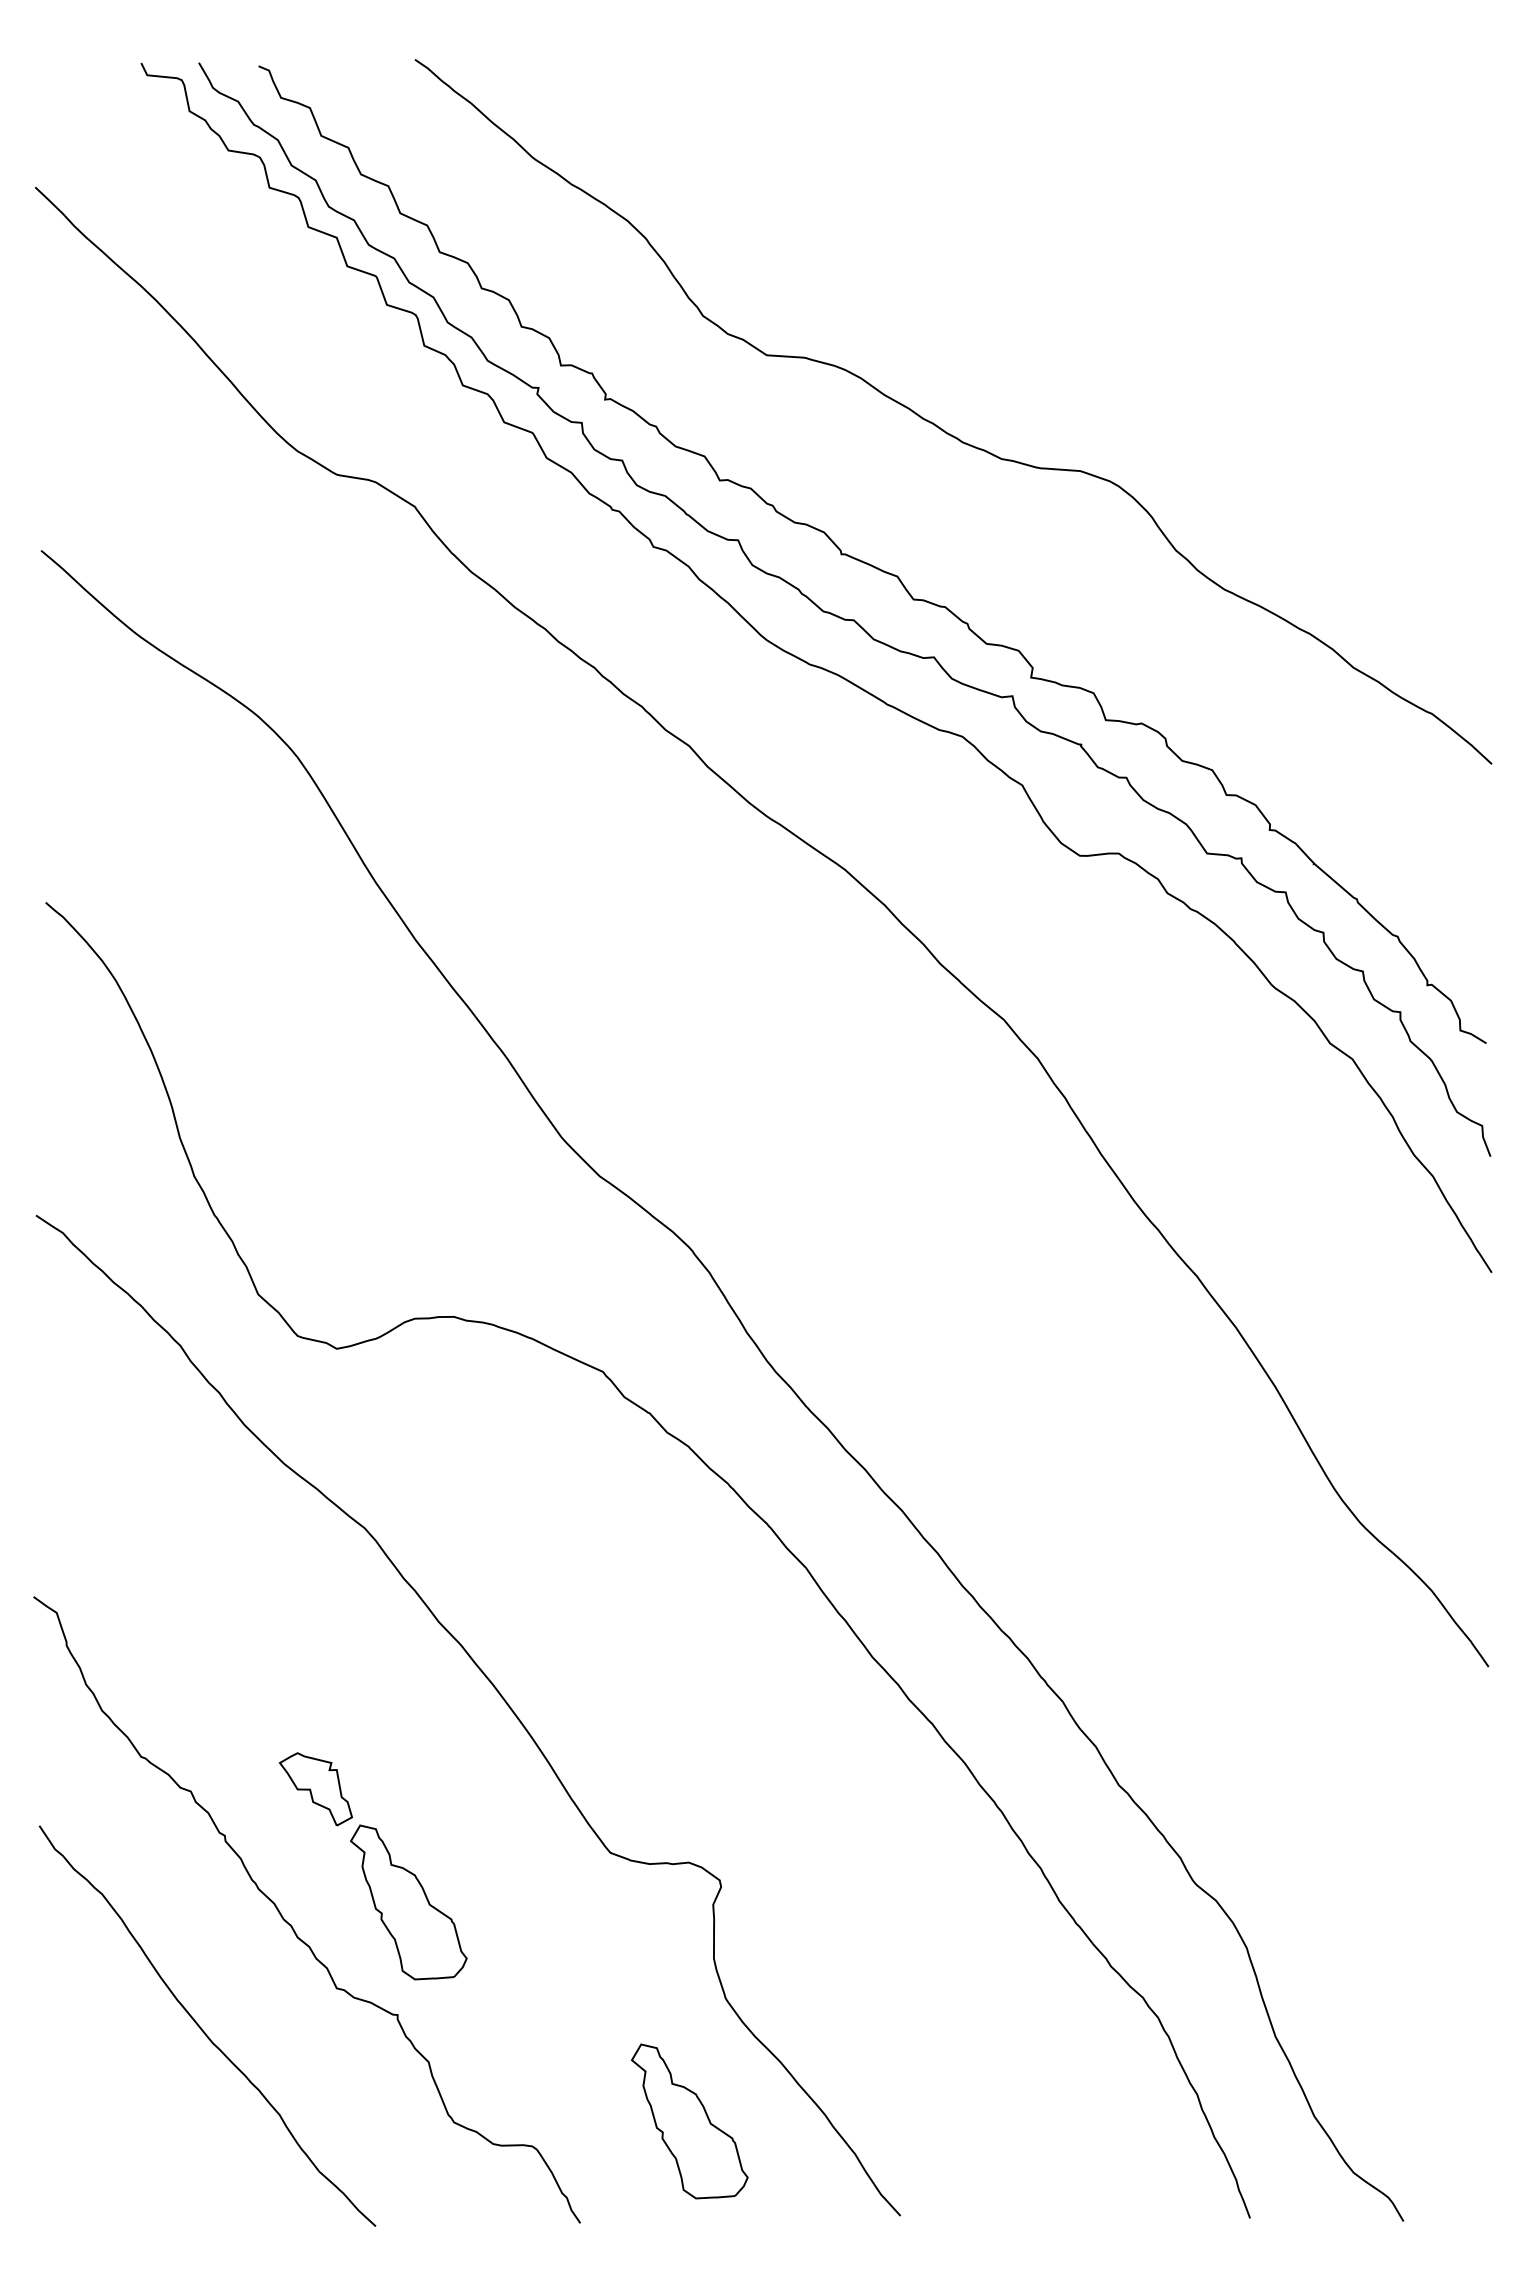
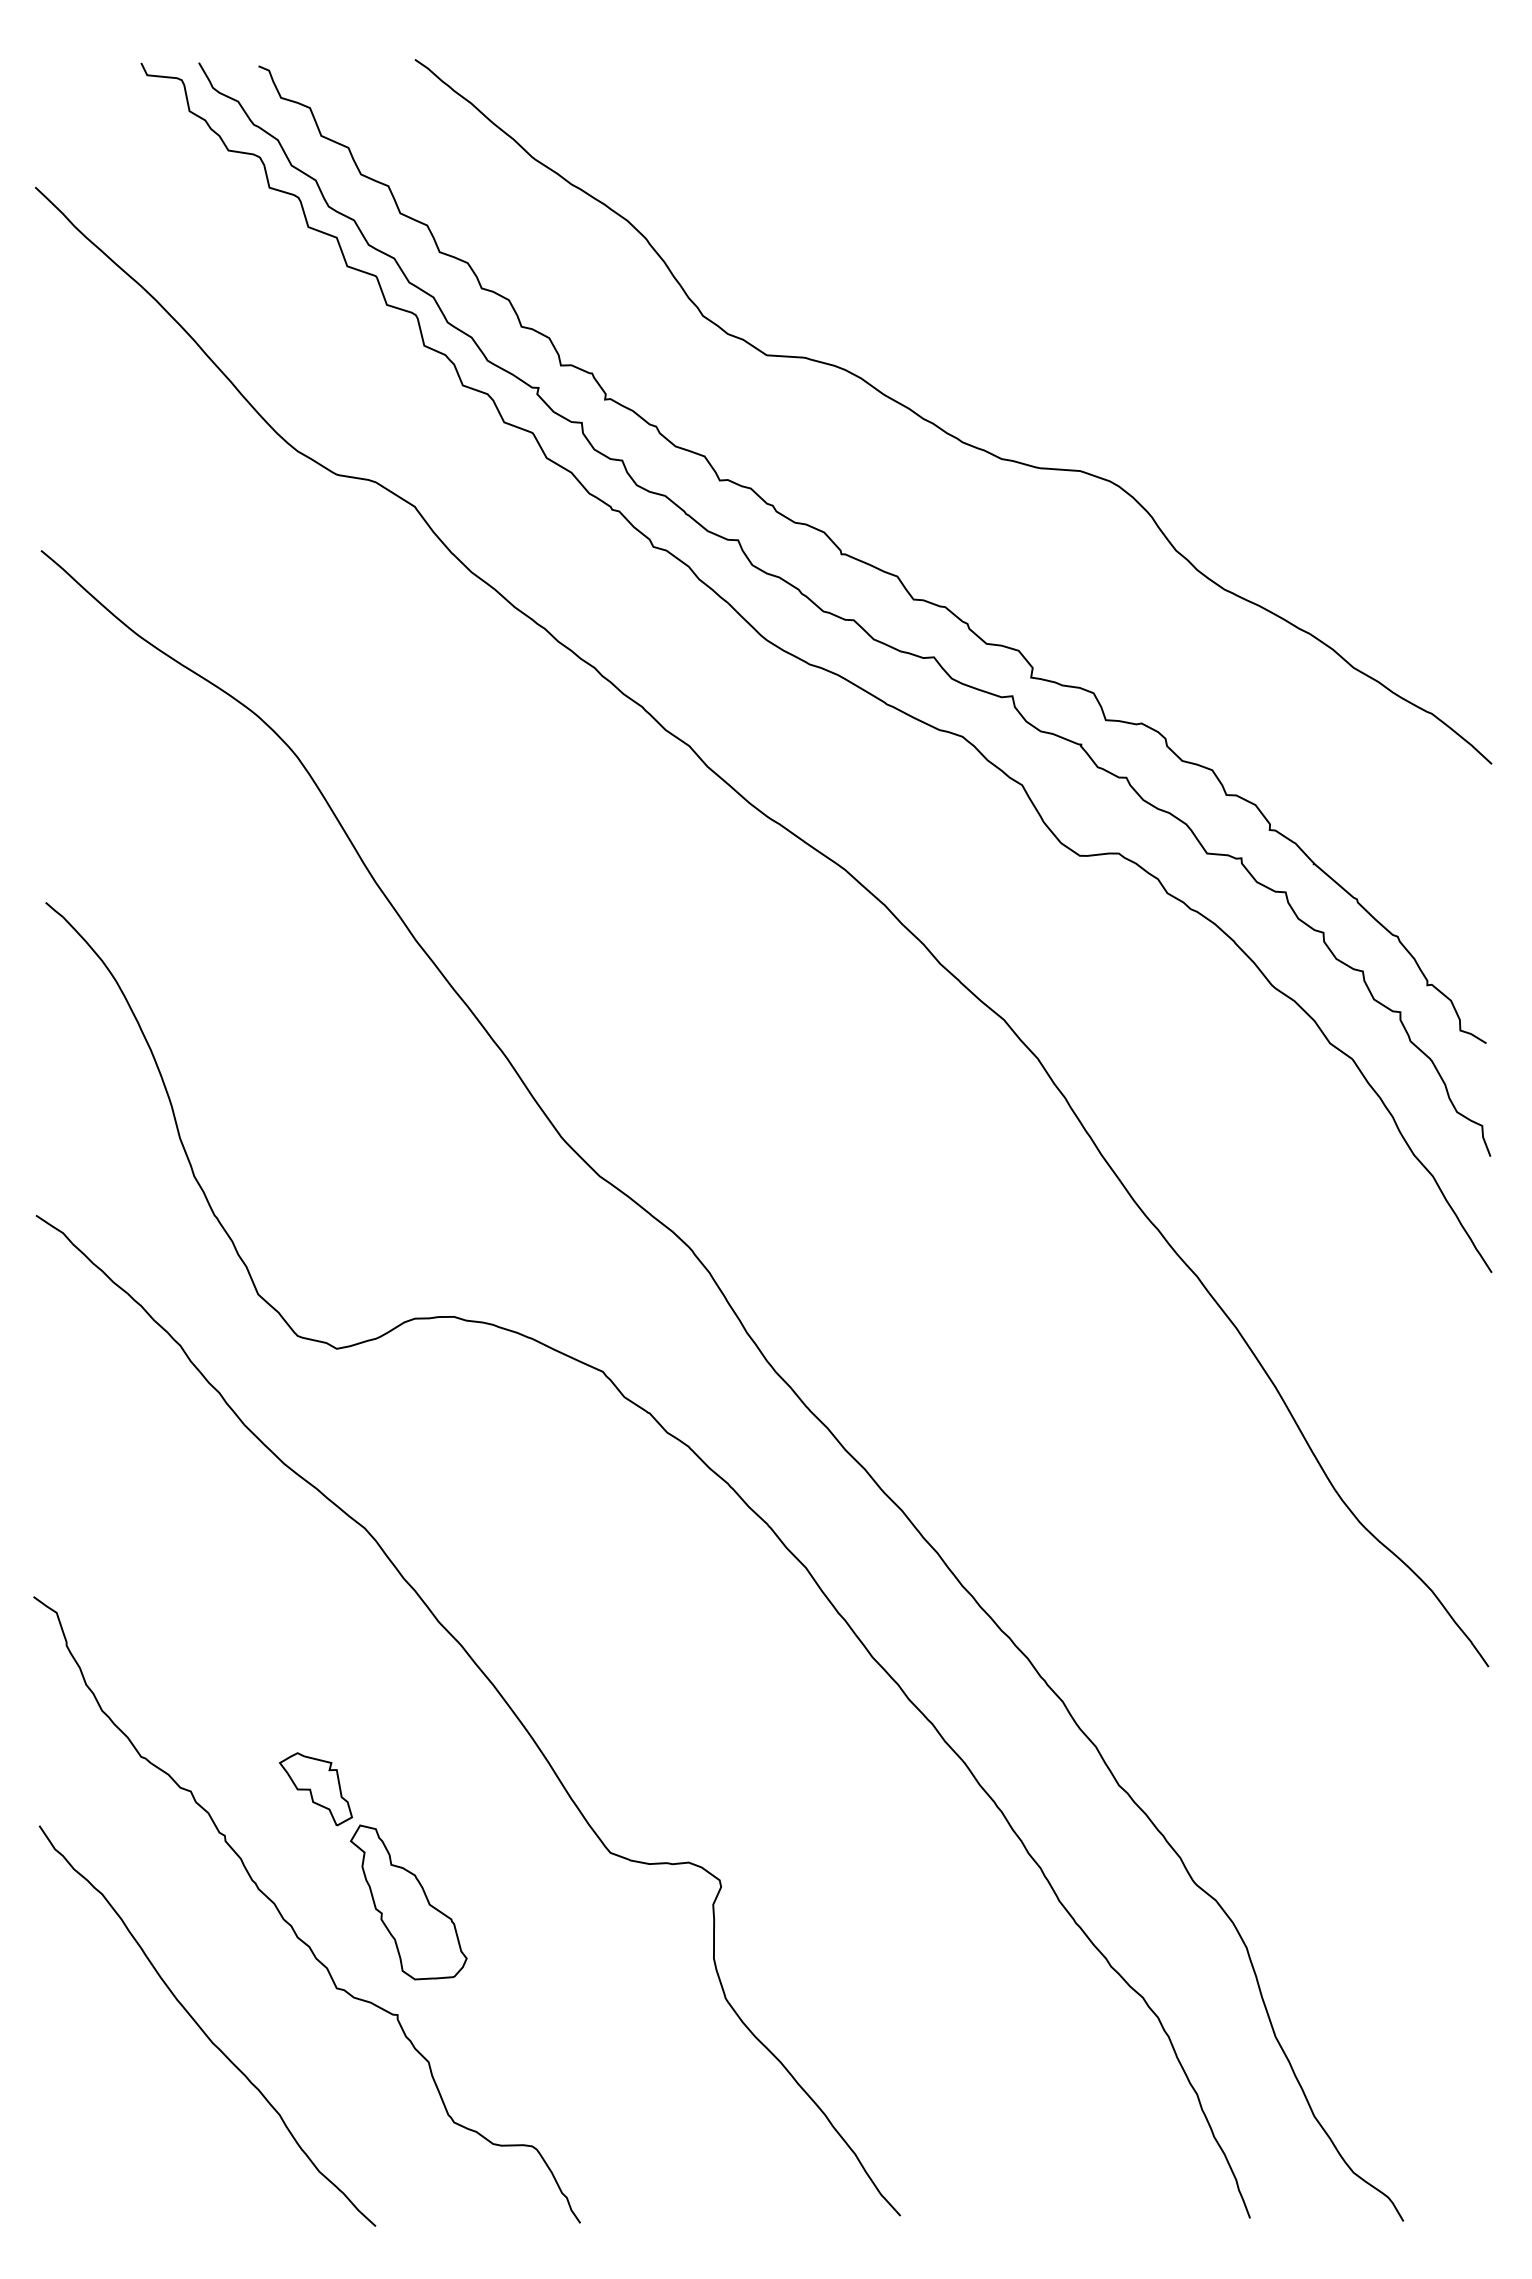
part at (689, 2121): present -> none
